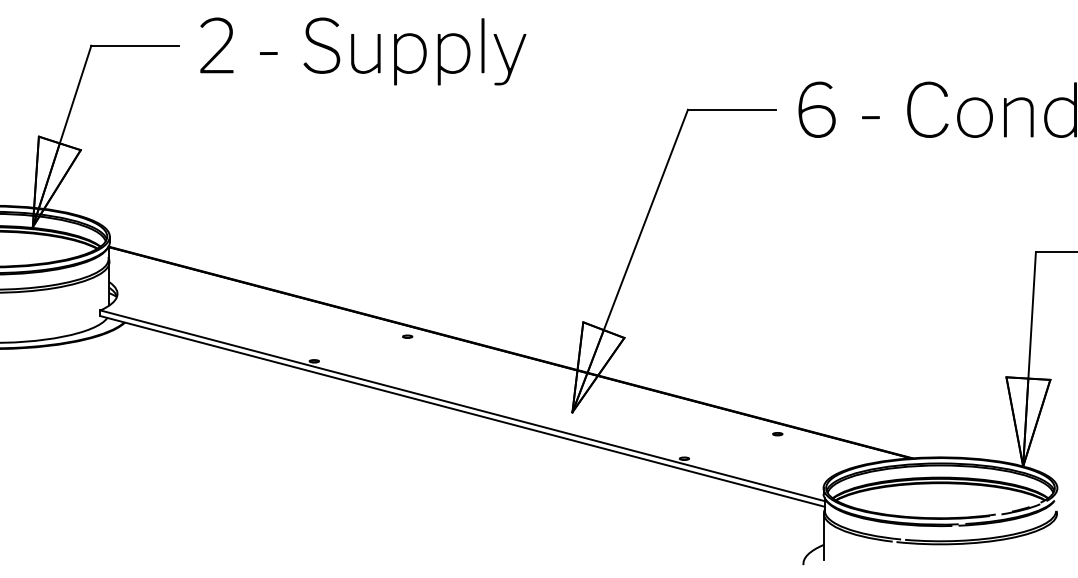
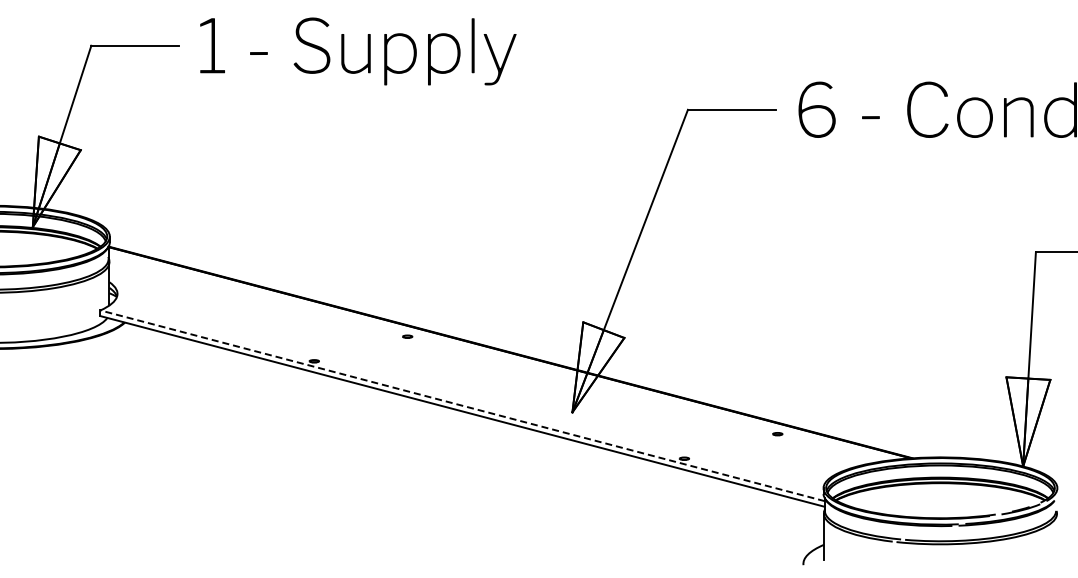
text at (363, 51): 2 -> 1
line at (462, 405): solid -> dashed
